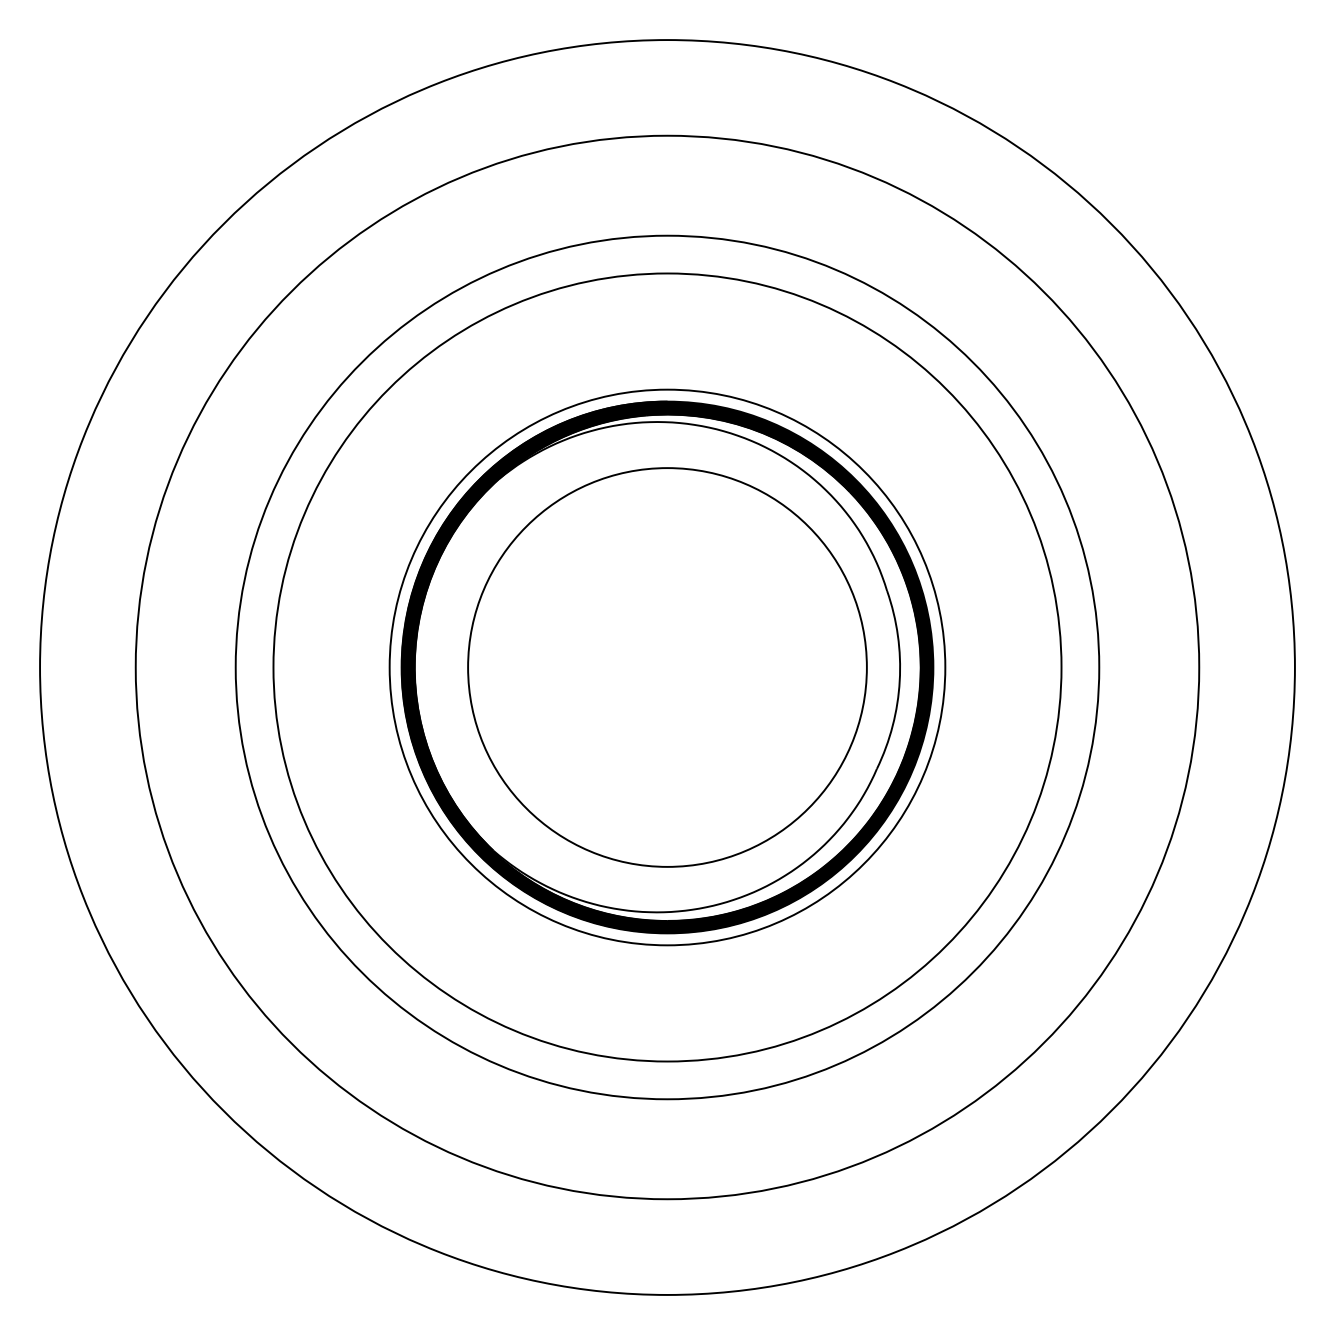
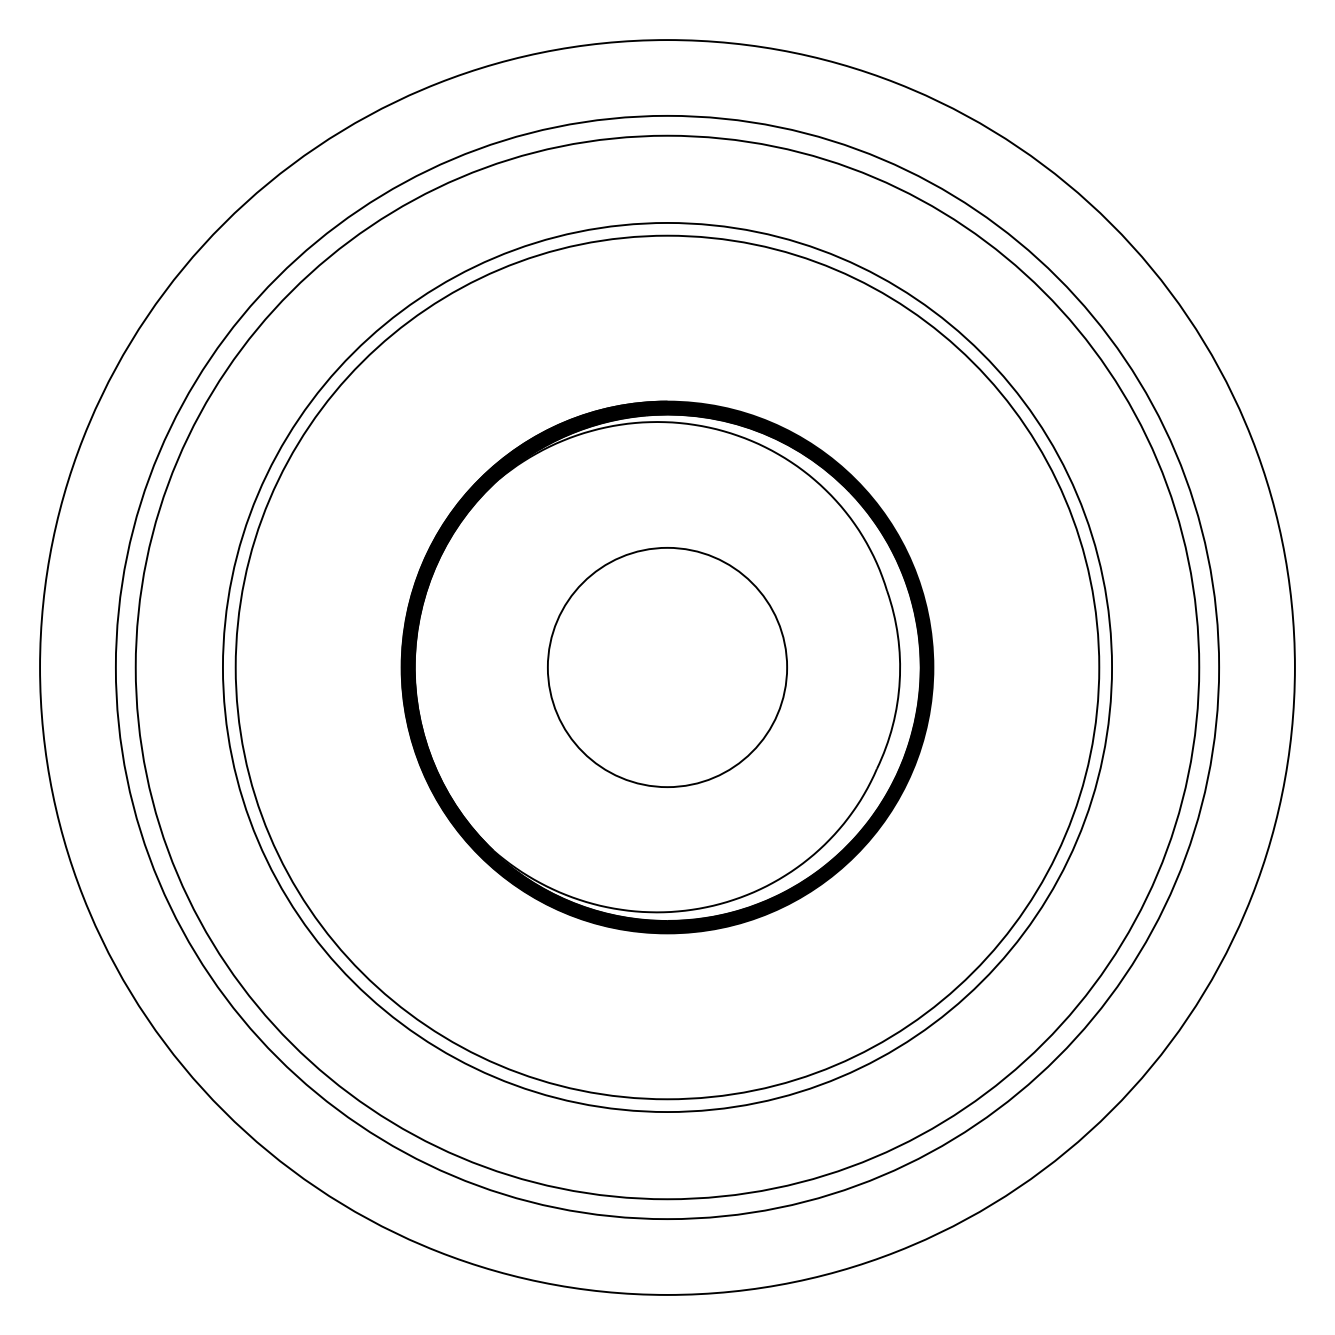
circle at (667, 667) diameter: 399 px -> 239 px
circle at (667, 667) diameter: 556 px -> 889 px
circle at (667, 667) diameter: 788 px -> 1103 px
